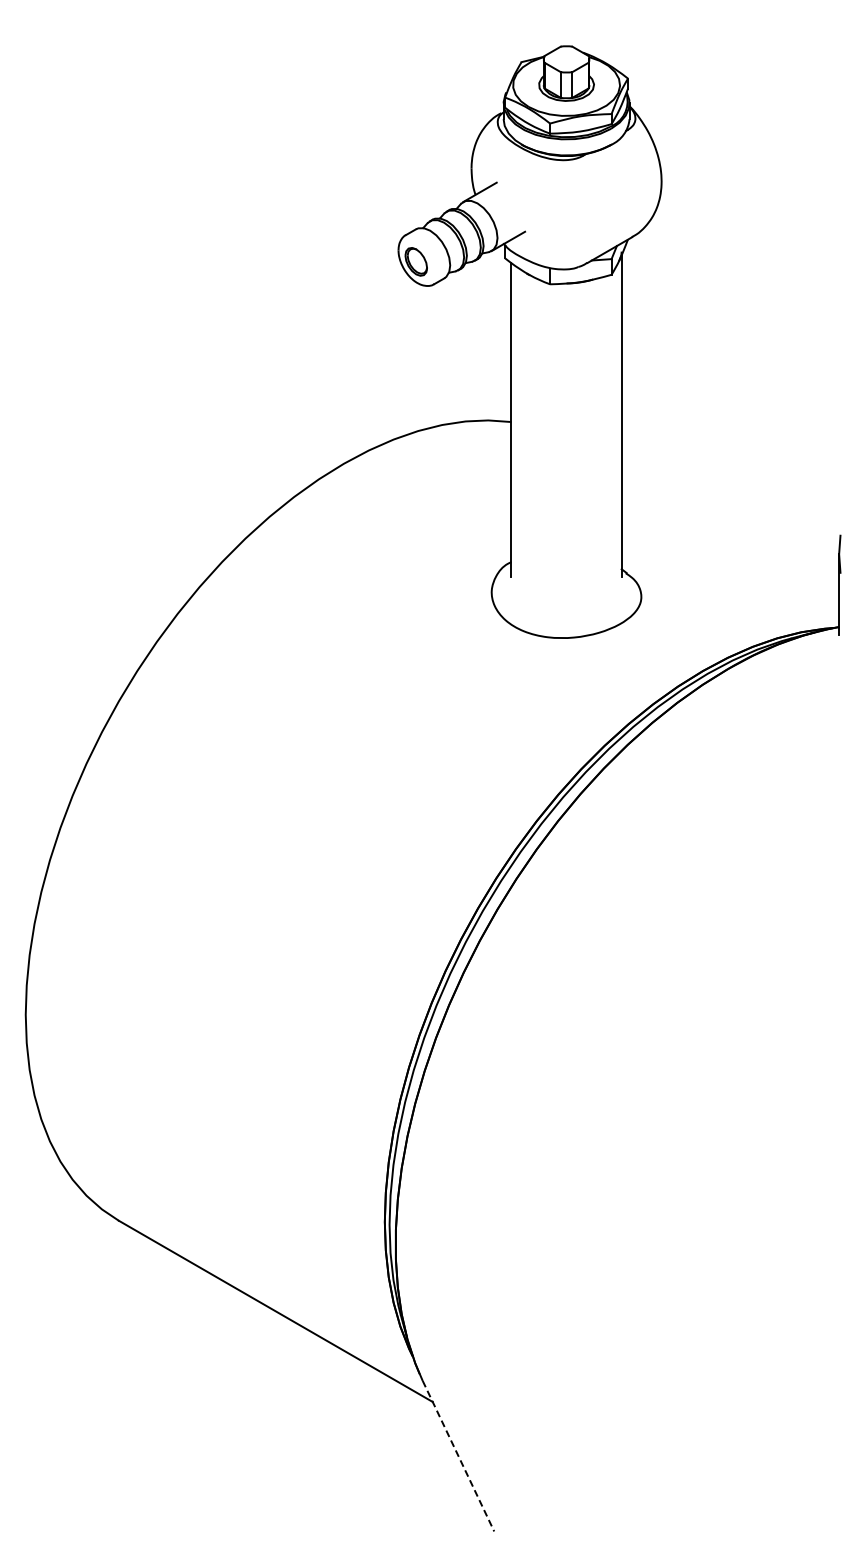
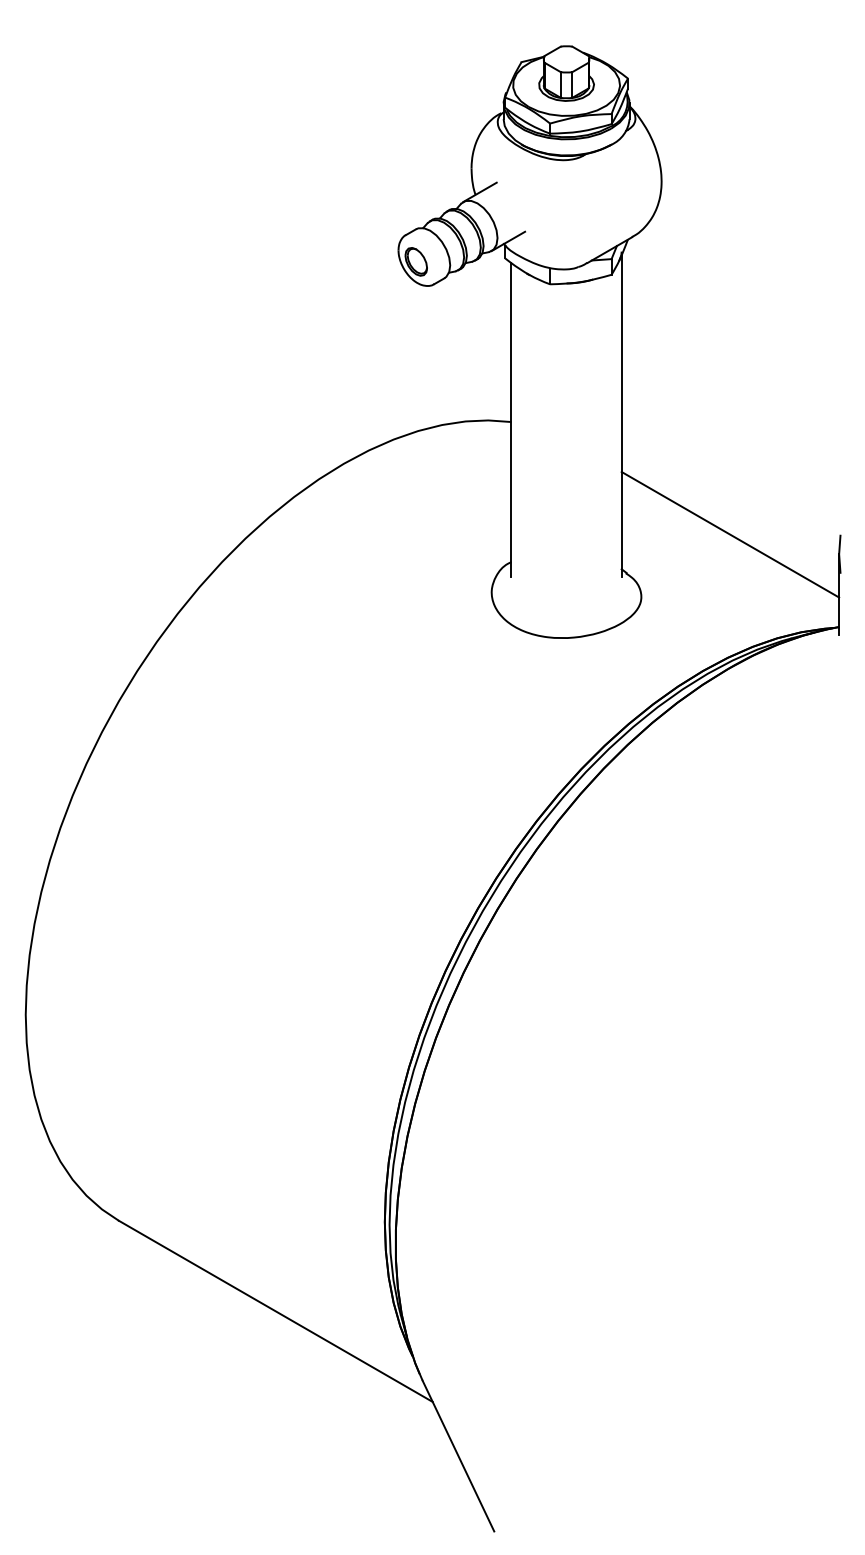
line at (730, 534): none -> present
line at (458, 1456): dashed -> solid
